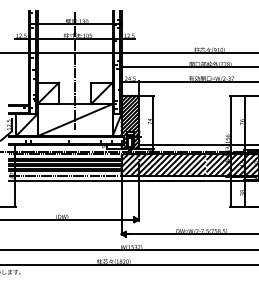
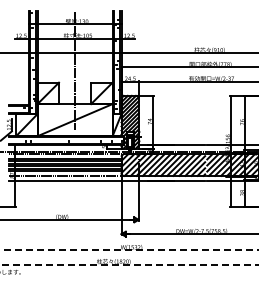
line at (129, 250): solid -> dashed
line at (129, 264): solid -> dashed
